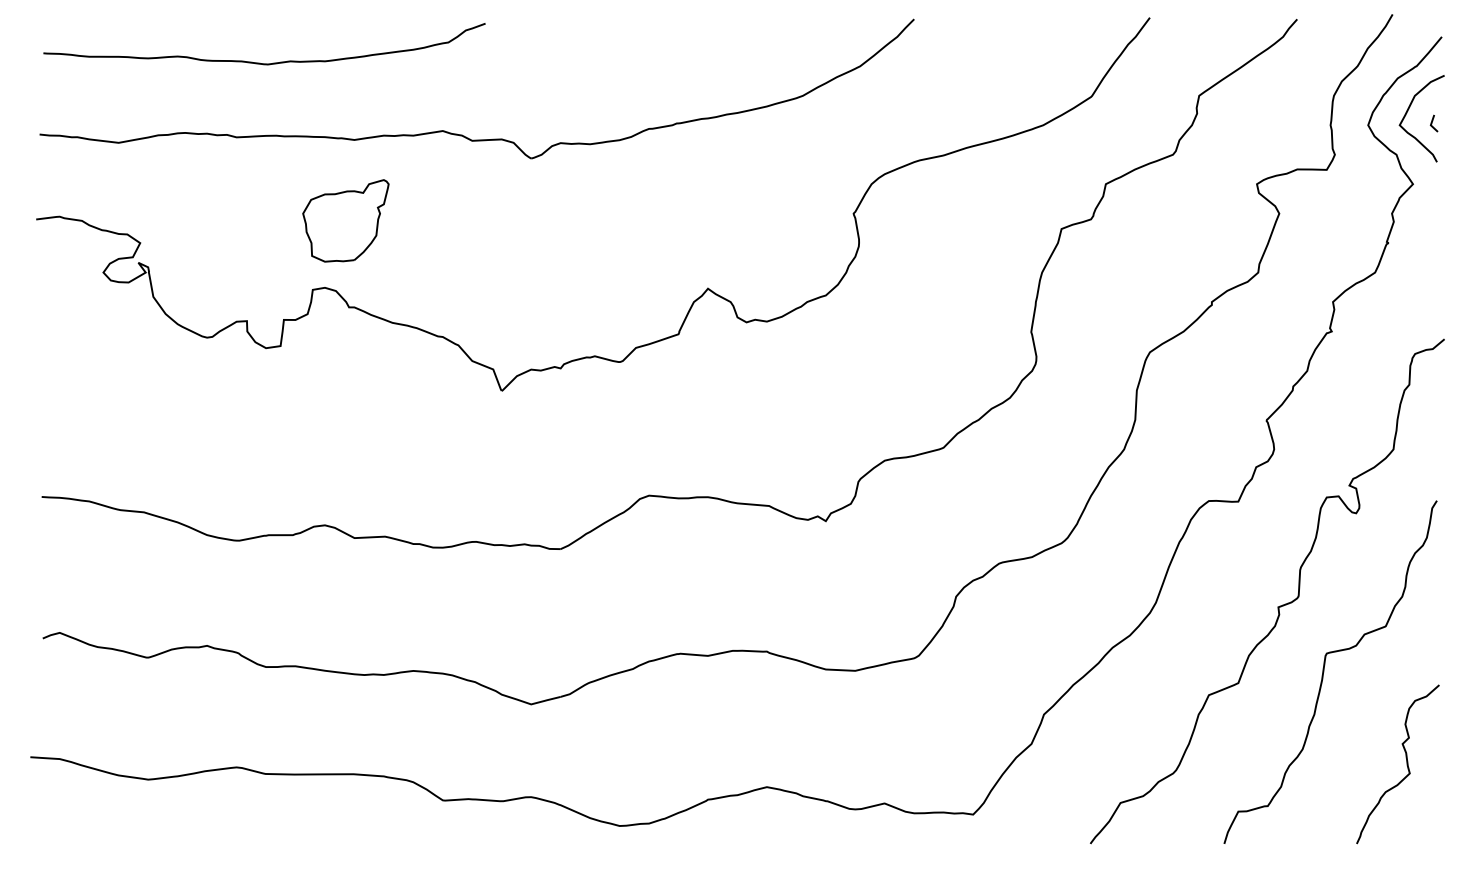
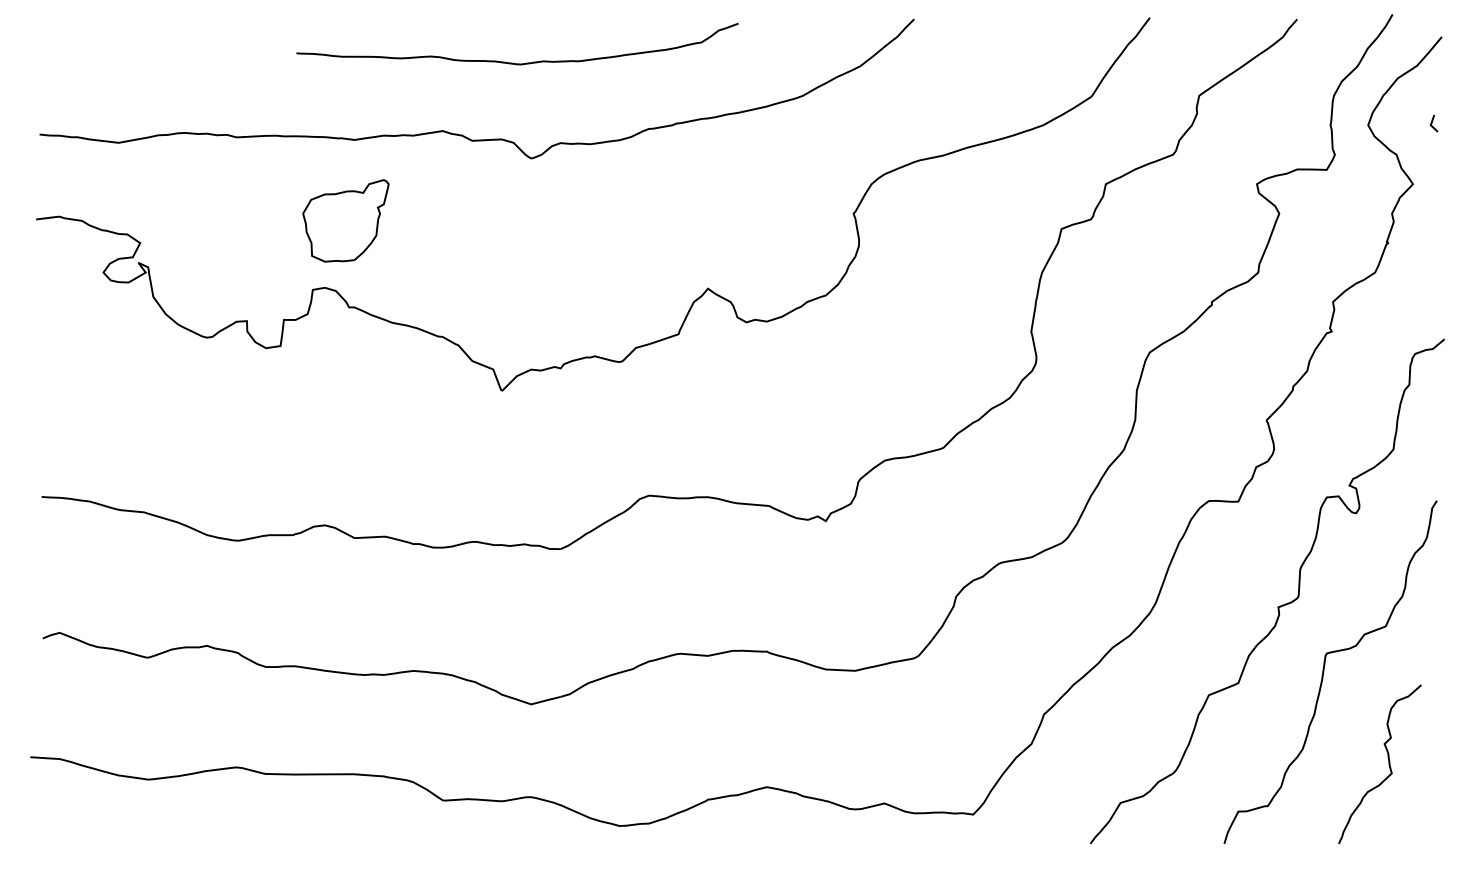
curve at (259, 62) position: (259, 62) -> (512, 62)
curve at (1408, 111): present -> none
curve at (1406, 764) position: (1406, 764) -> (1388, 764)
